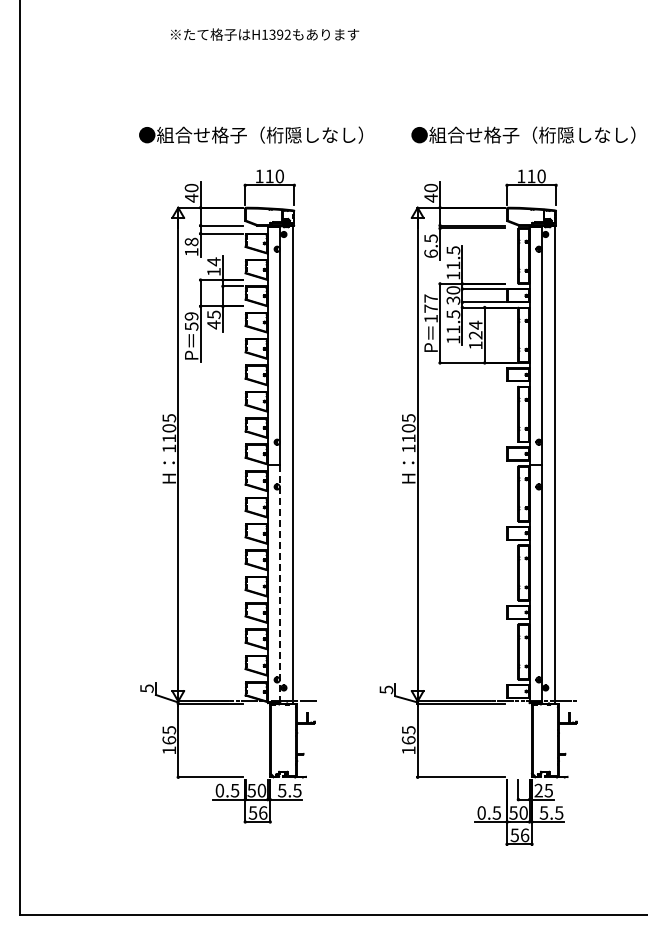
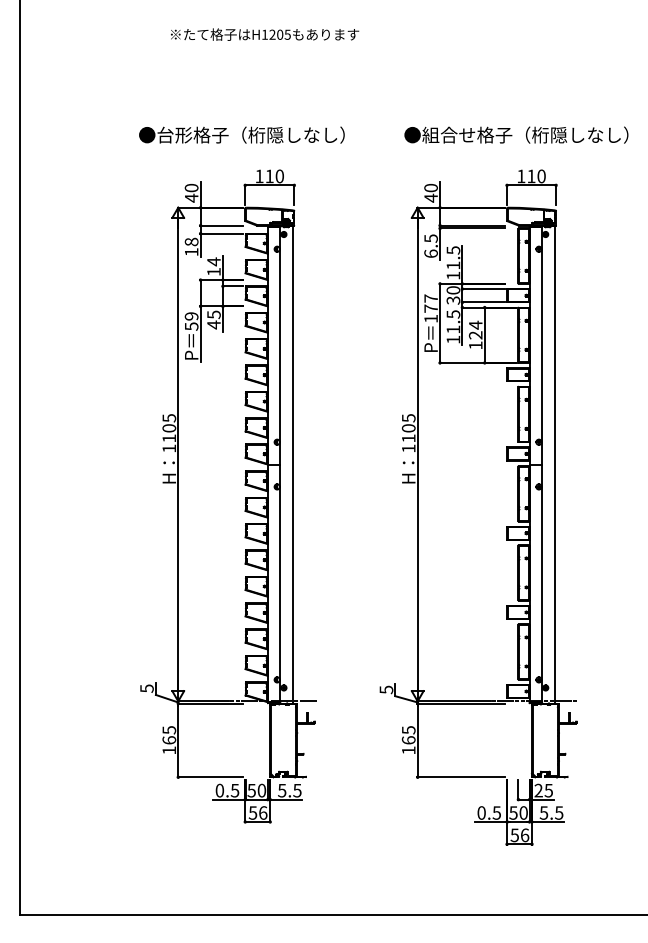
text at (279, 34): H1392 -> H1205
text at (259, 134): ●組合せ格子（桁隠しなし） -> ●台形格子（桁隠しなし）
text at (523, 134) position: (523, 134) -> (516, 134)
line at (280, 583): dashed -> solid
